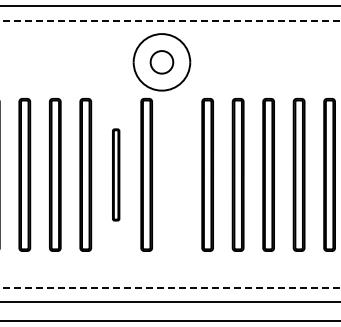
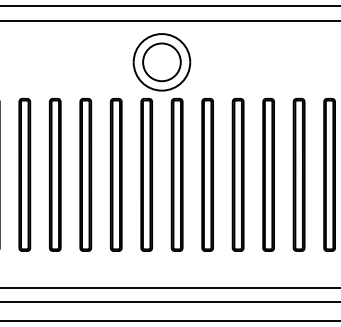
line at (170, 20): dashed -> solid
circle at (161, 62) diameter: 23 px -> 38 px
part at (116, 174) size: 9x94 px -> 14x154 px
part at (176, 174): none -> present
line at (170, 287): dashed -> solid
